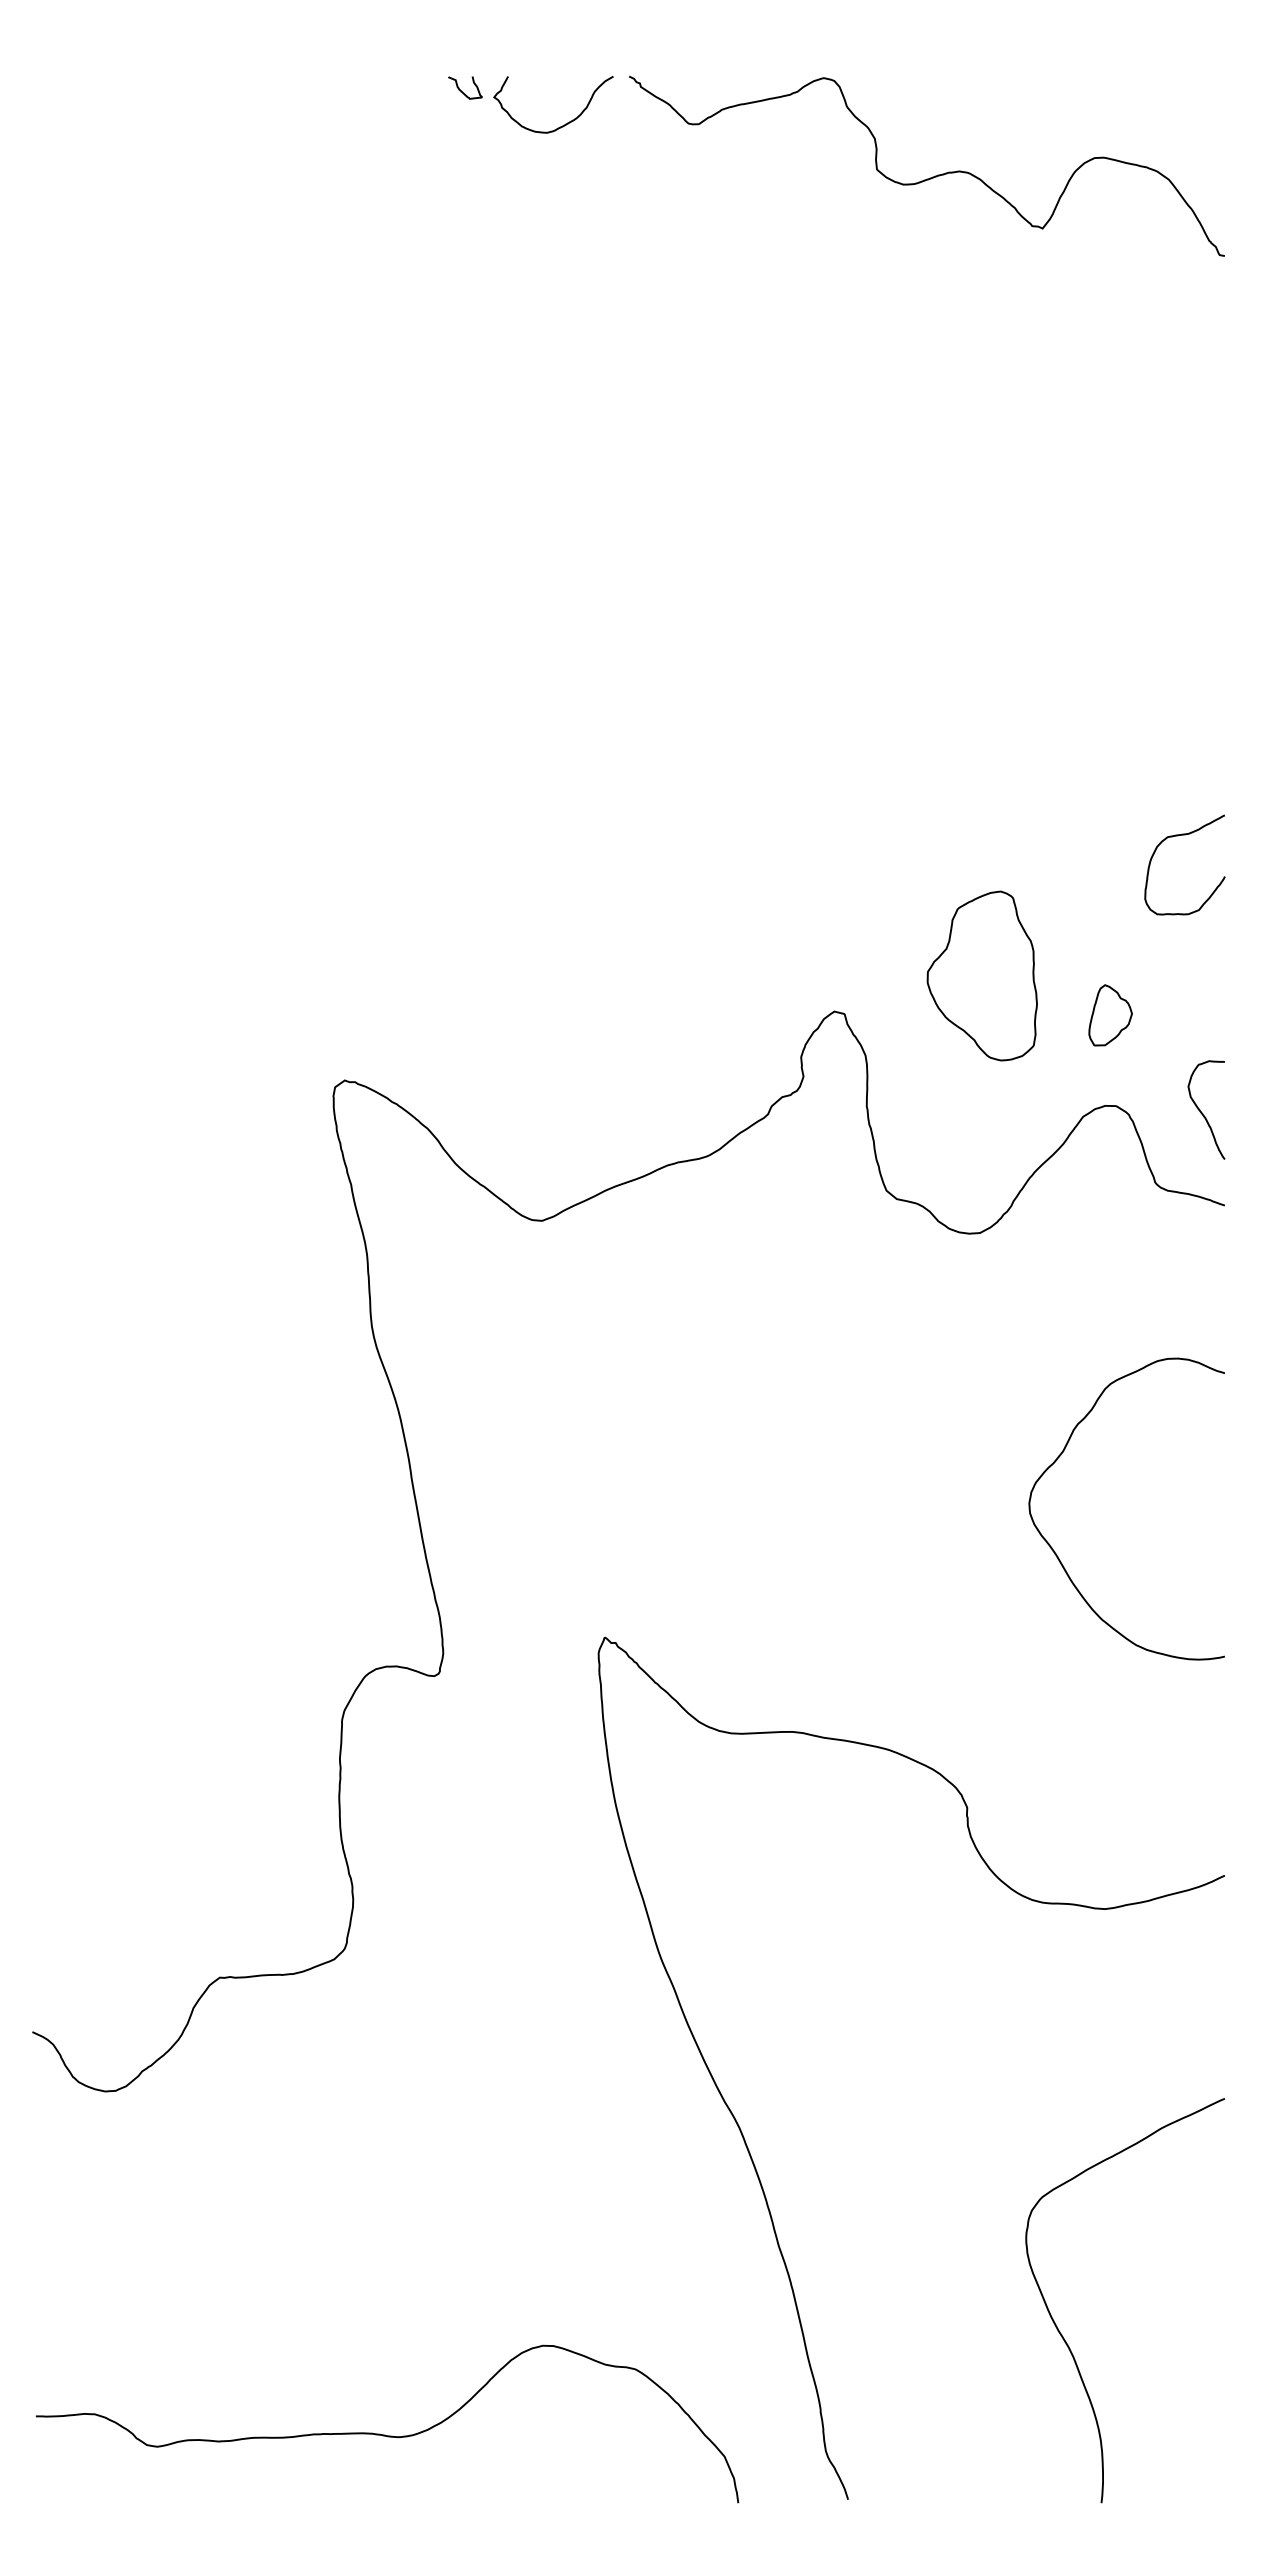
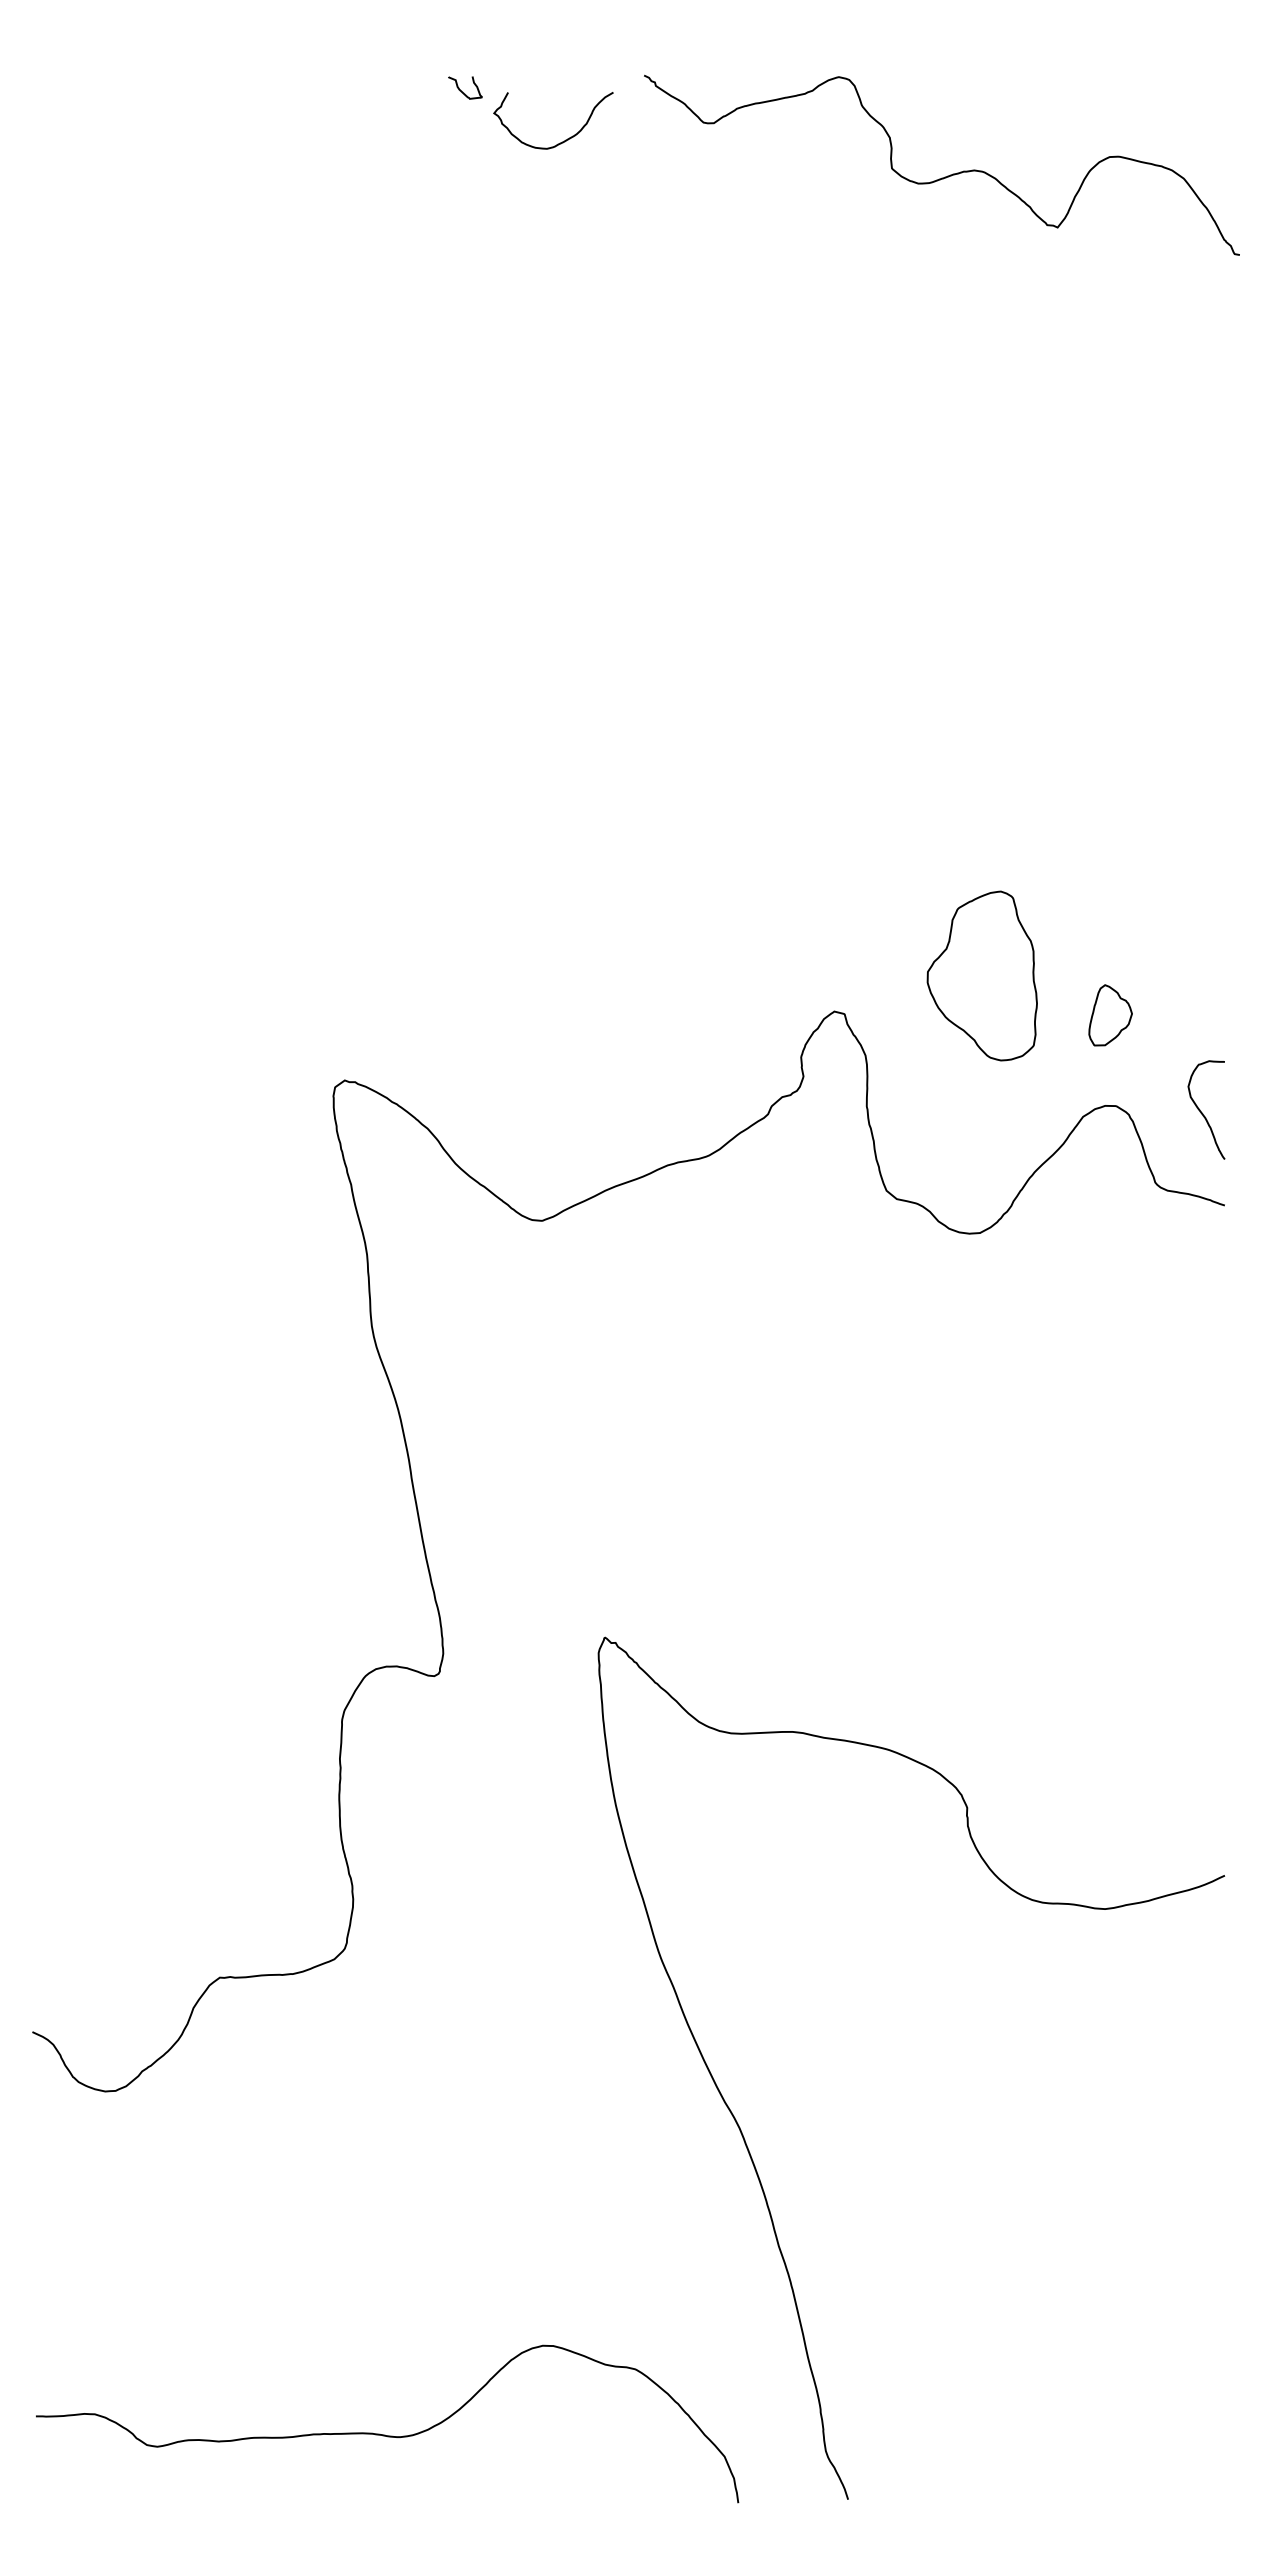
curve at (565, 123) position: (565, 123) -> (565, 139)
curve at (932, 176) position: (932, 176) -> (947, 175)
curve at (1178, 836): present -> none
curve at (1056, 1553): present -> none
curve at (1065, 2339): present -> none
